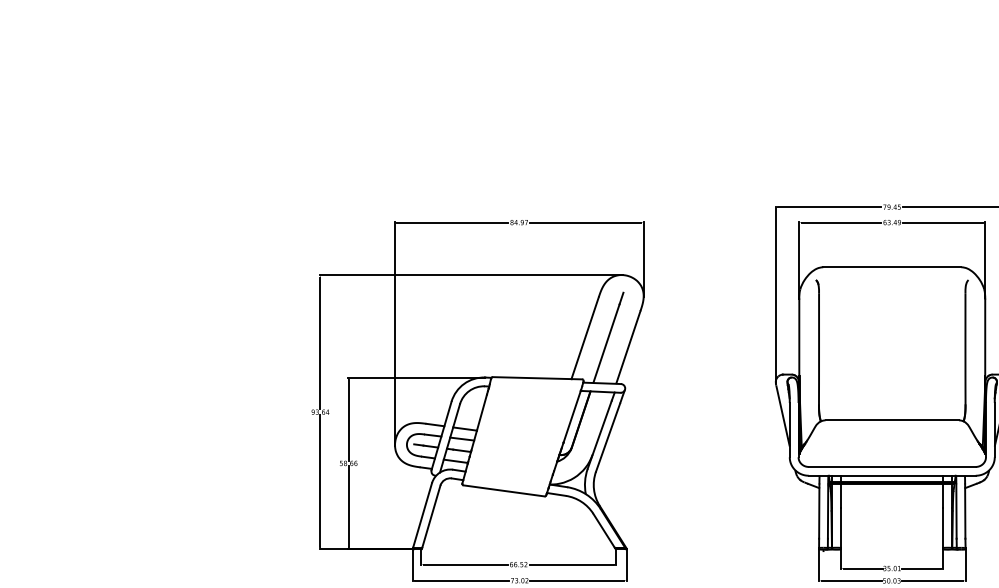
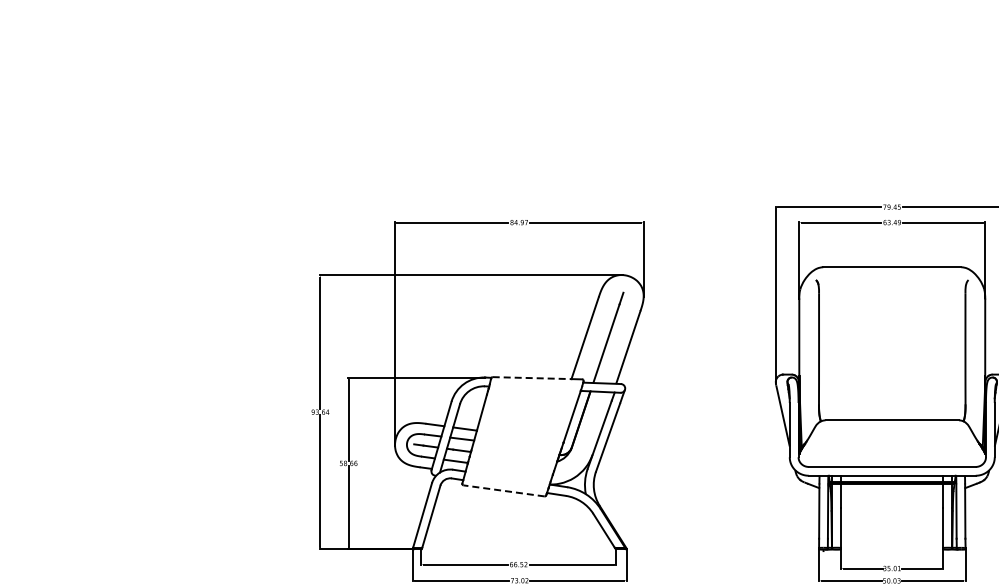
line at (532, 378): solid -> dashed
line at (504, 490): solid -> dashed
